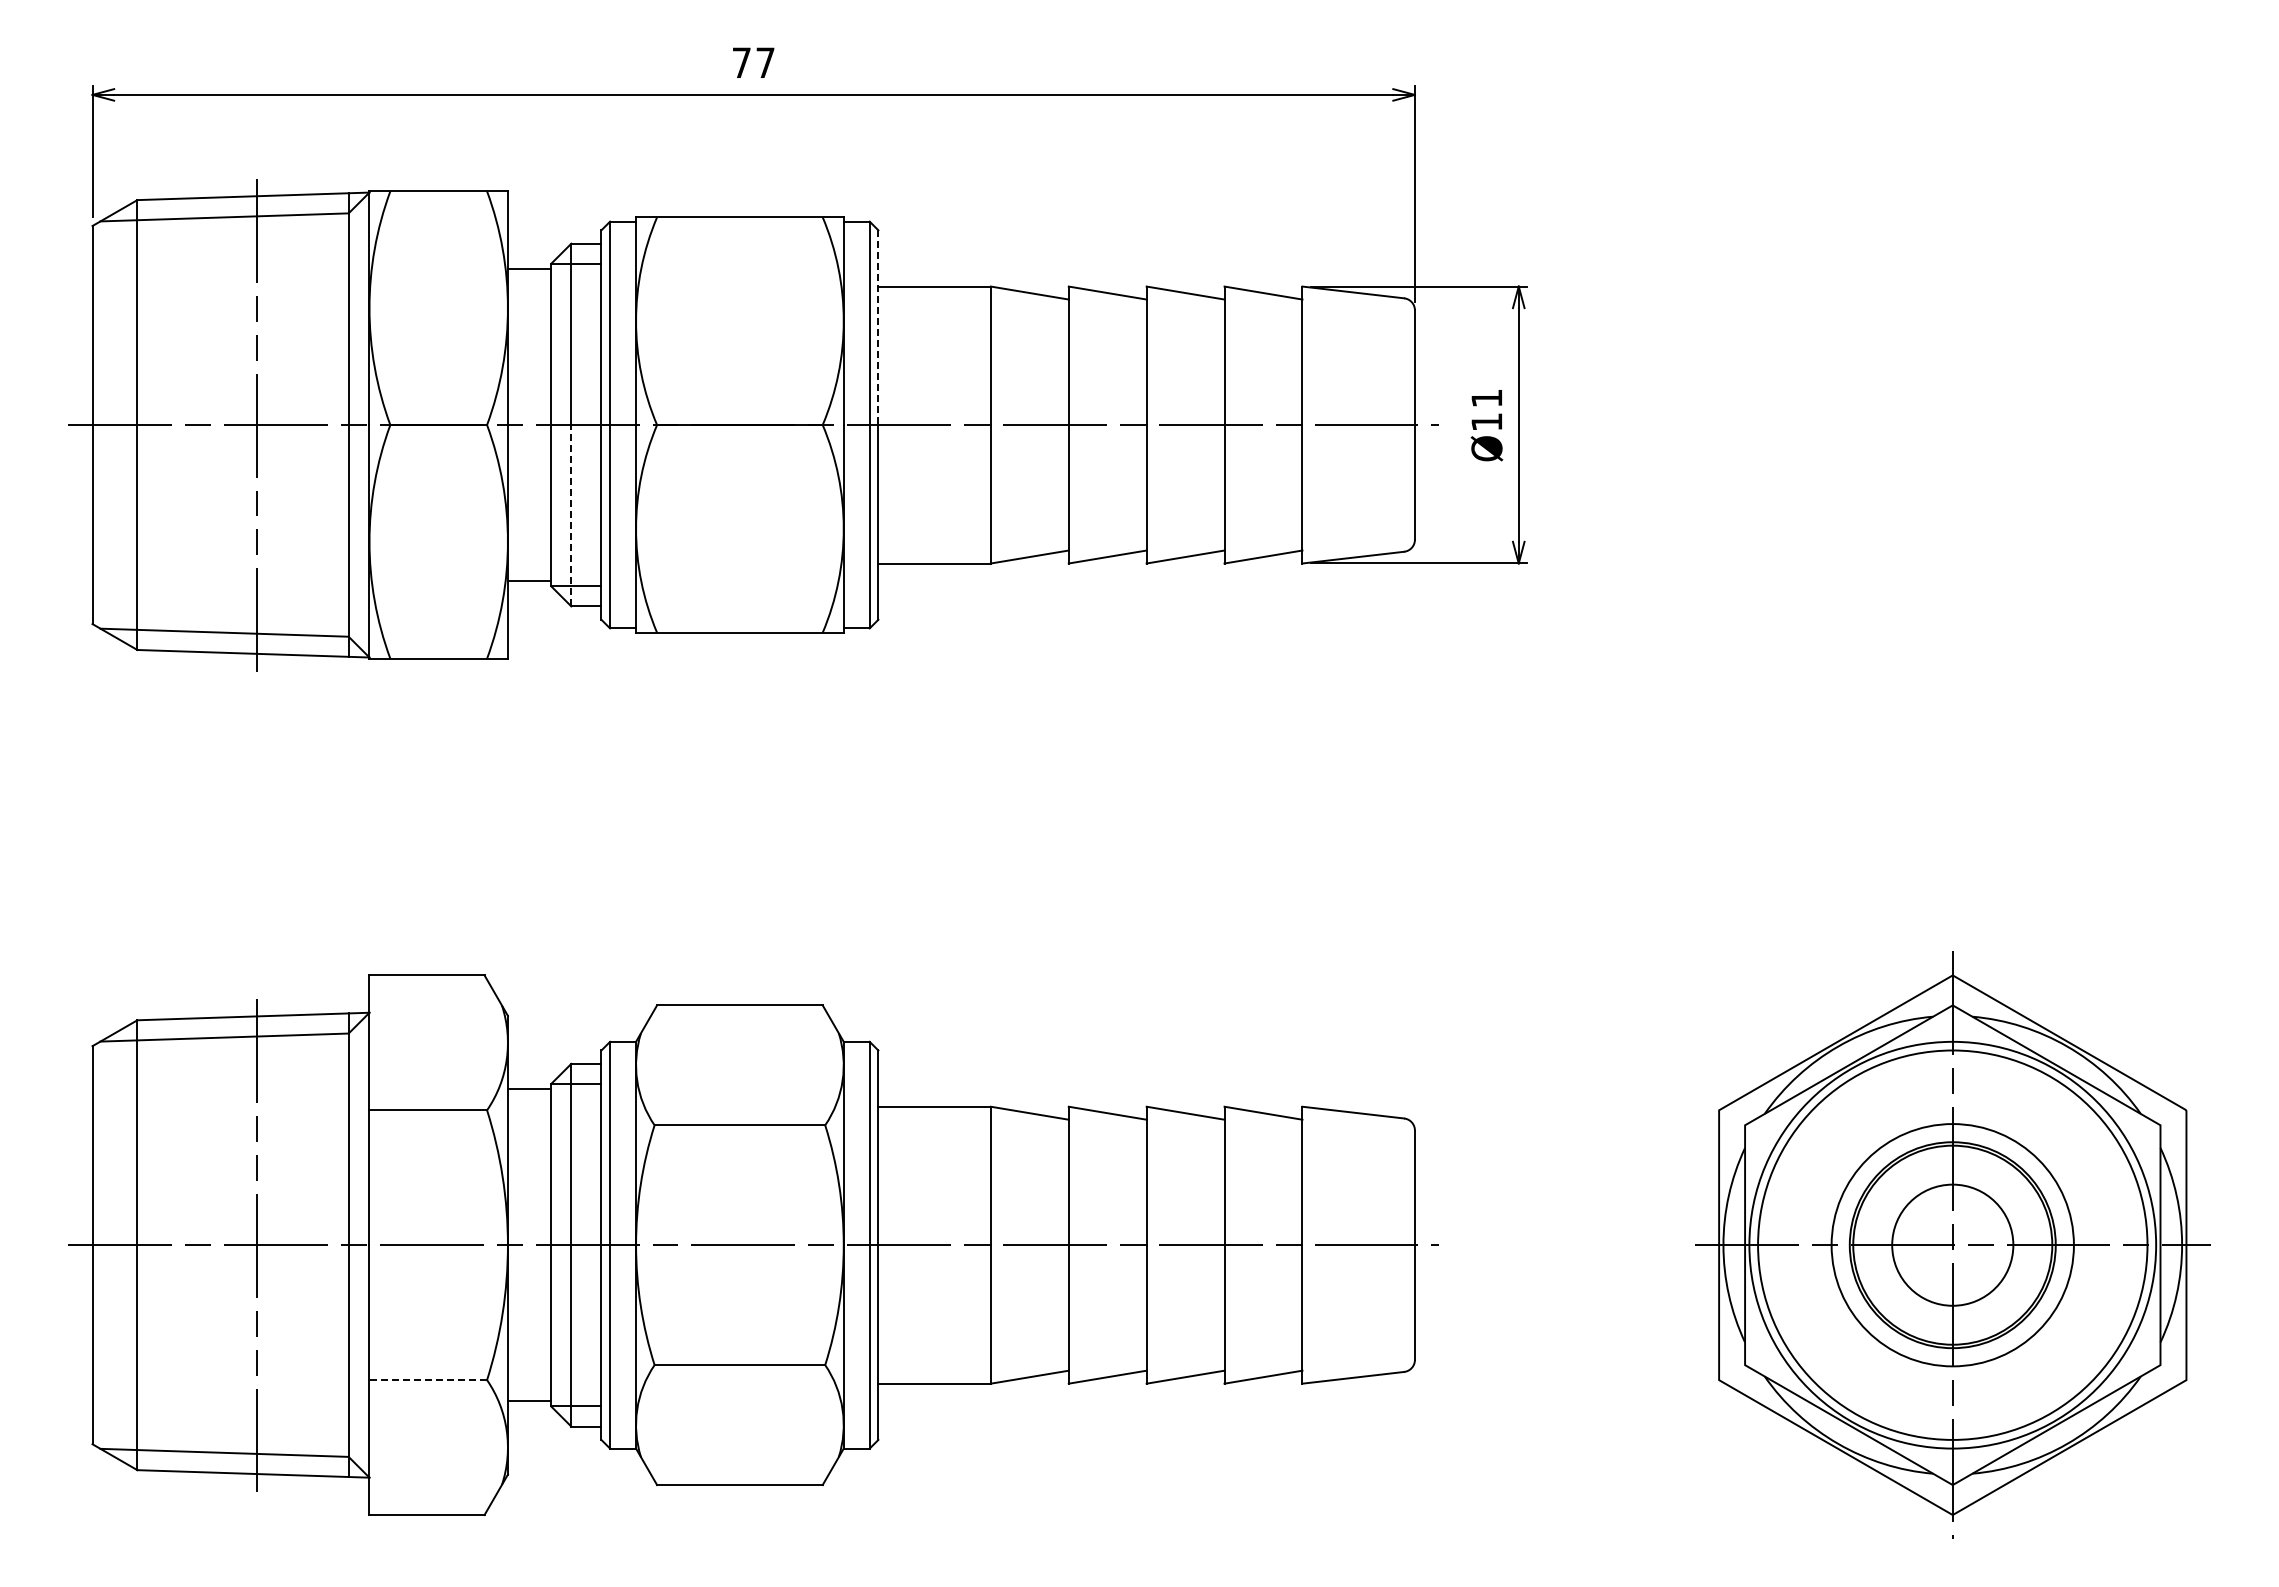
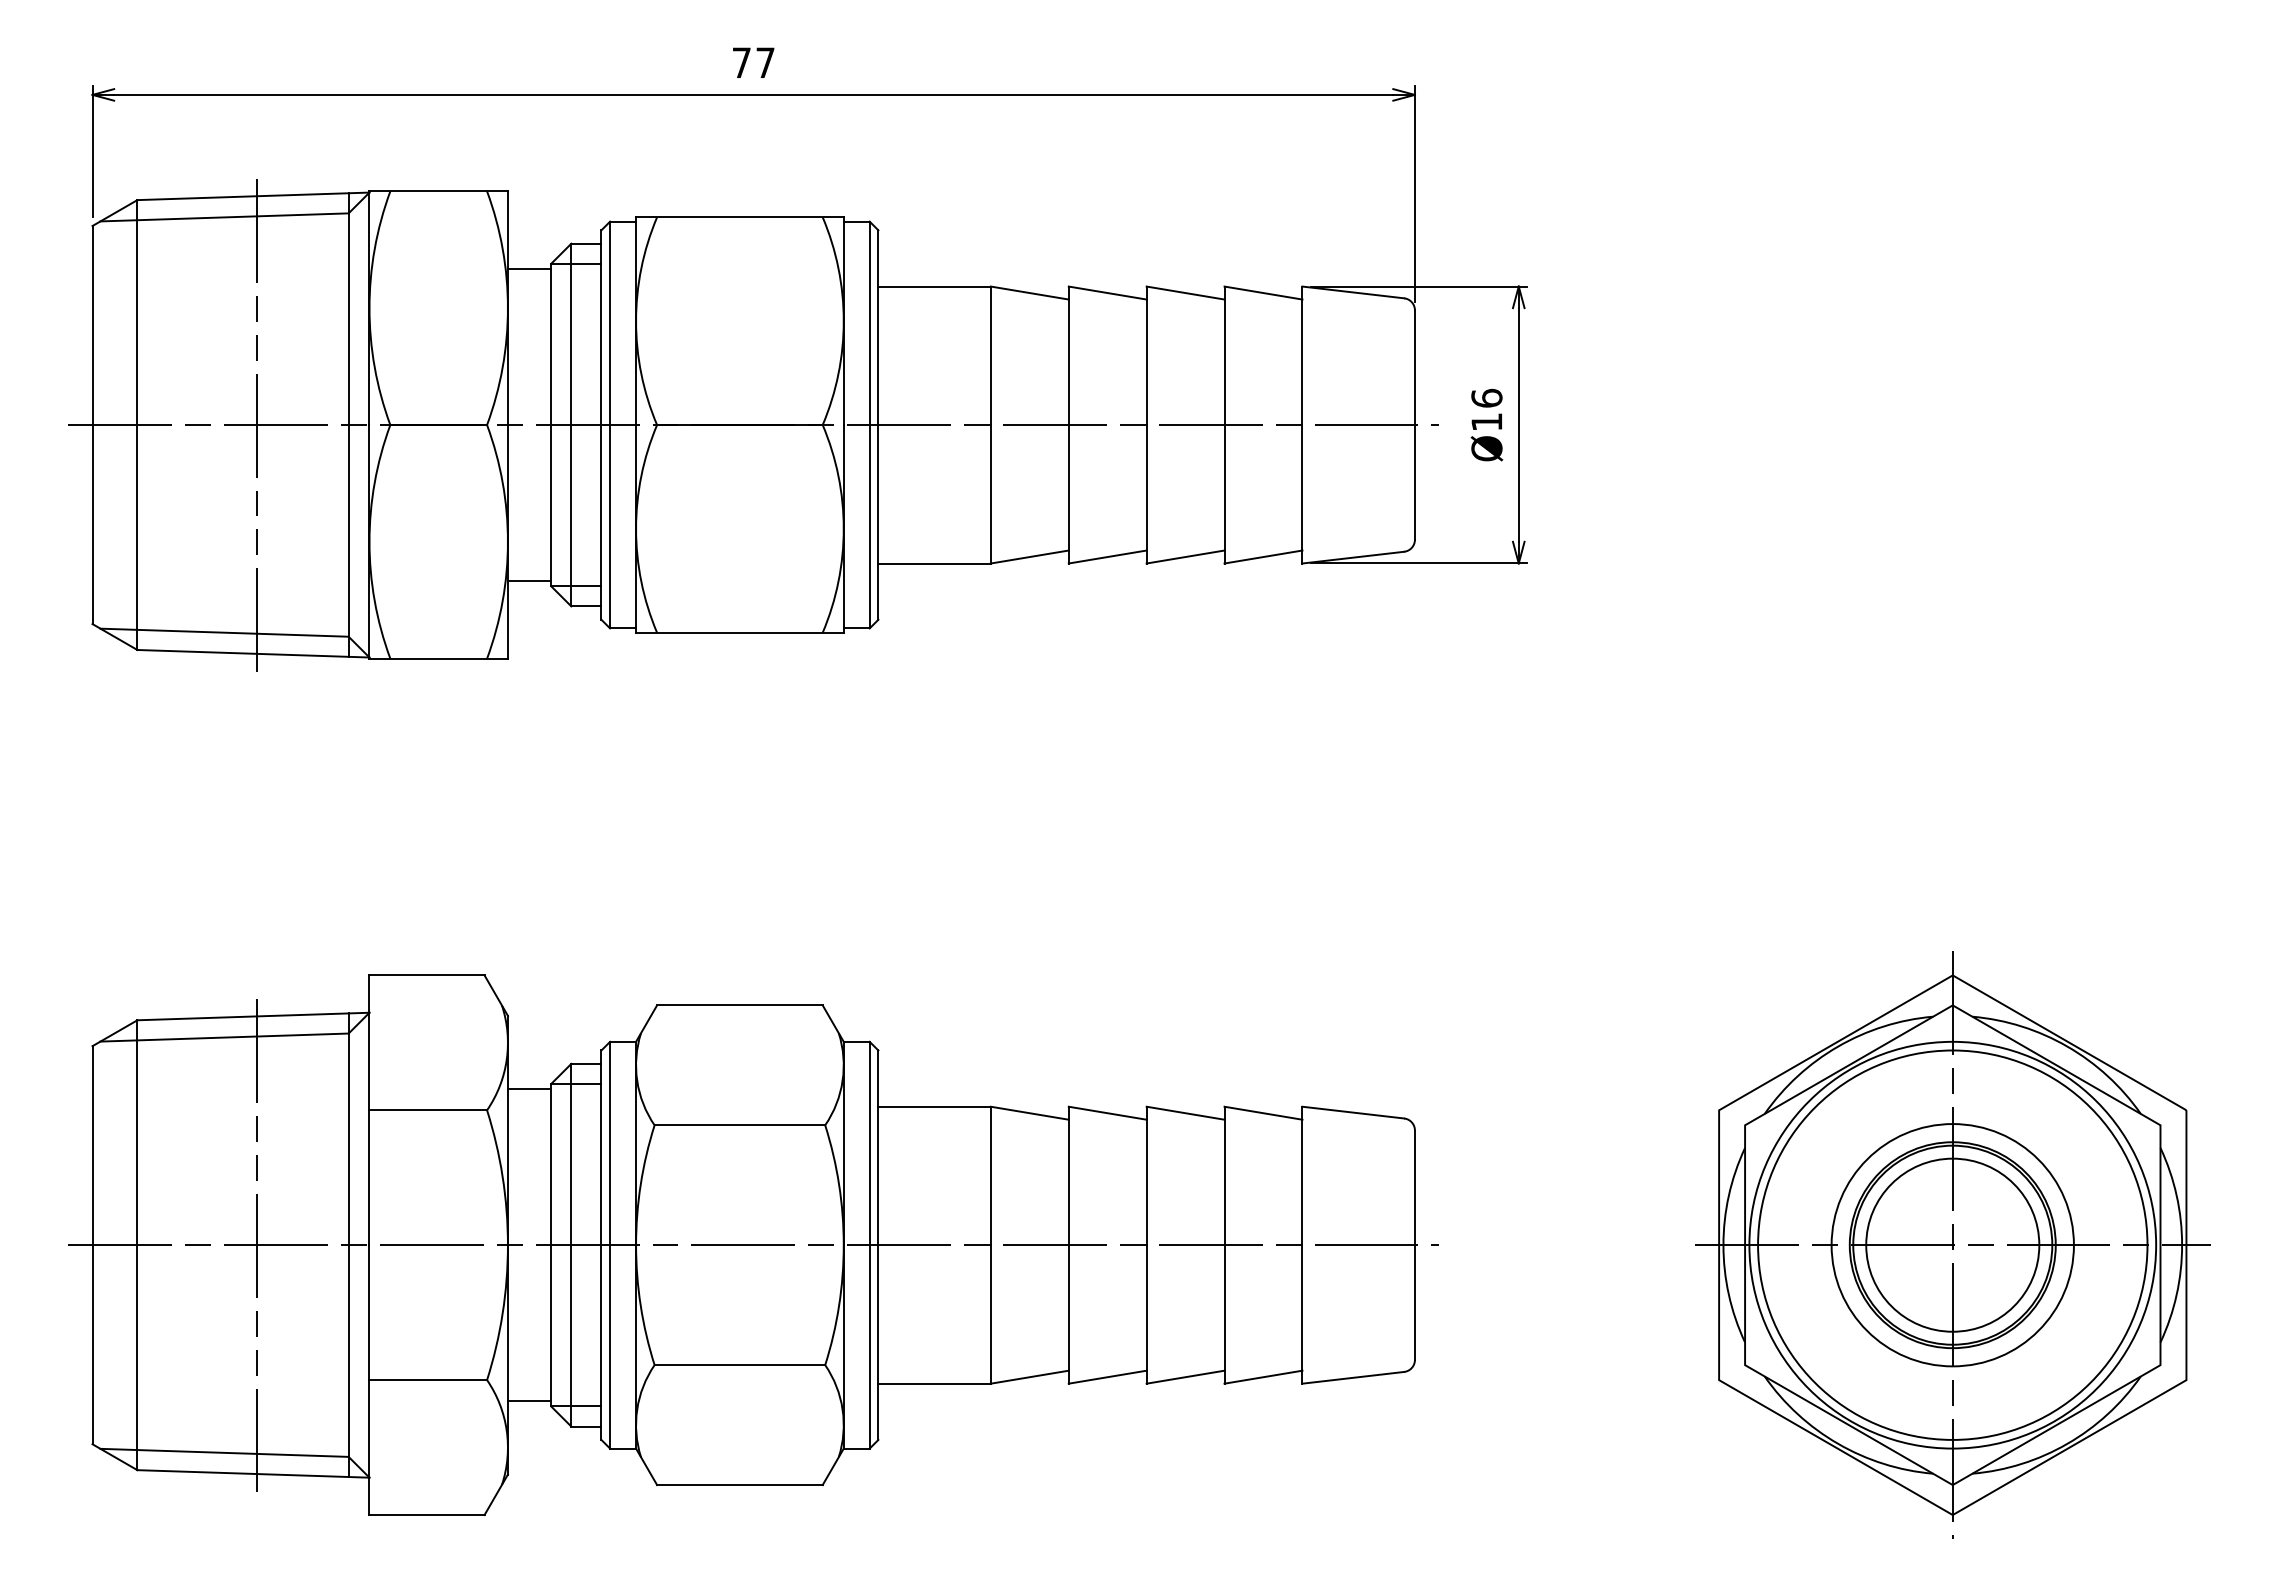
line at (878, 328): dashed -> solid
text at (1486, 397): Ø11 -> Ø16
line at (571, 515): dashed -> solid
circle at (1952, 1244) diameter: 121 px -> 173 px
line at (428, 1380): dashed -> solid
